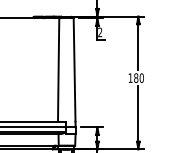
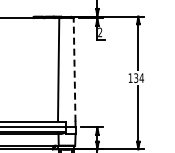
line at (74, 69): solid -> dashed
text at (139, 77): 180 -> 134
